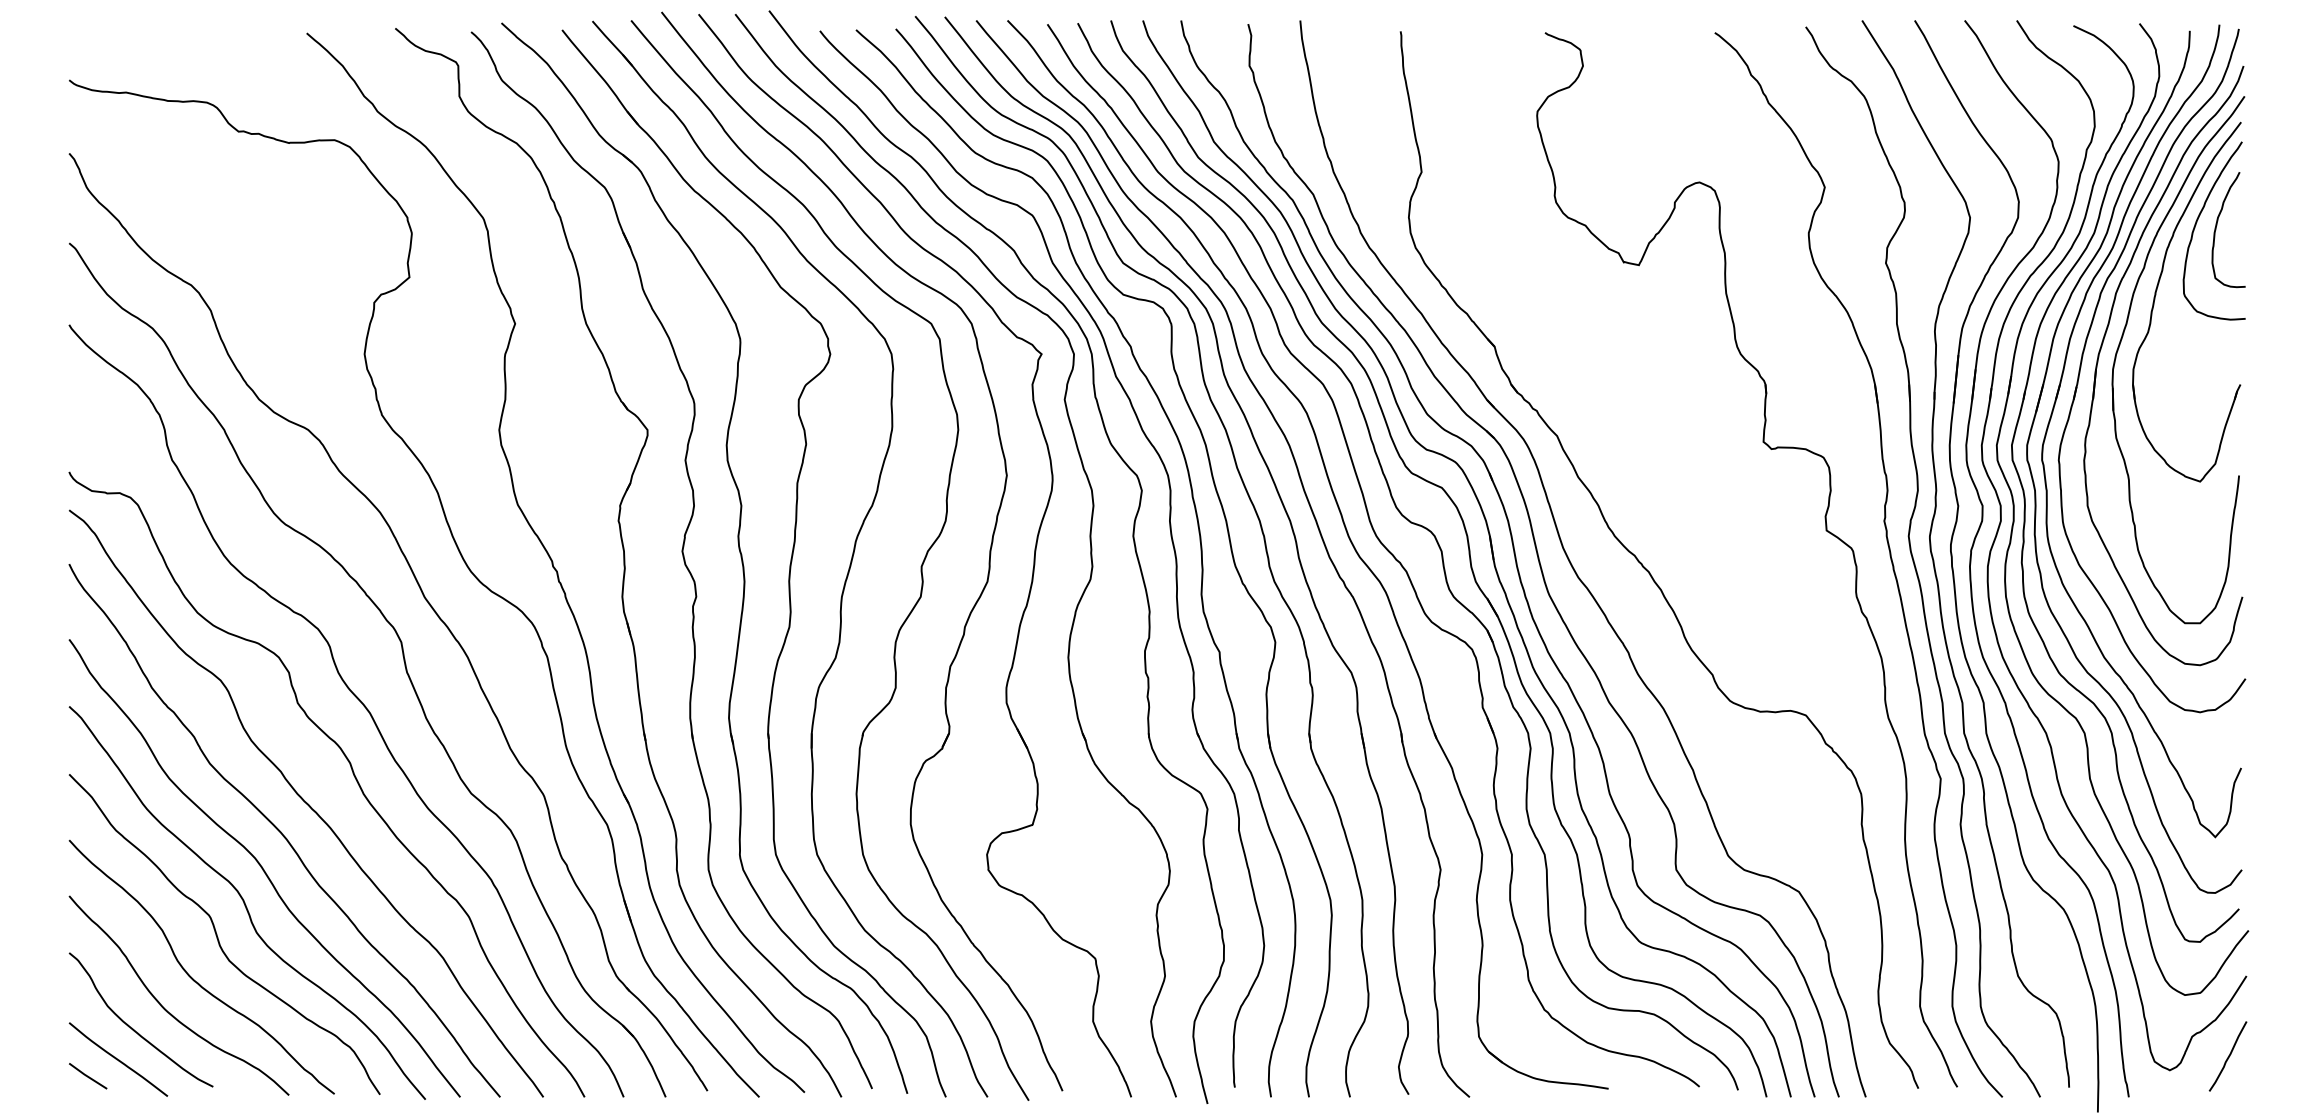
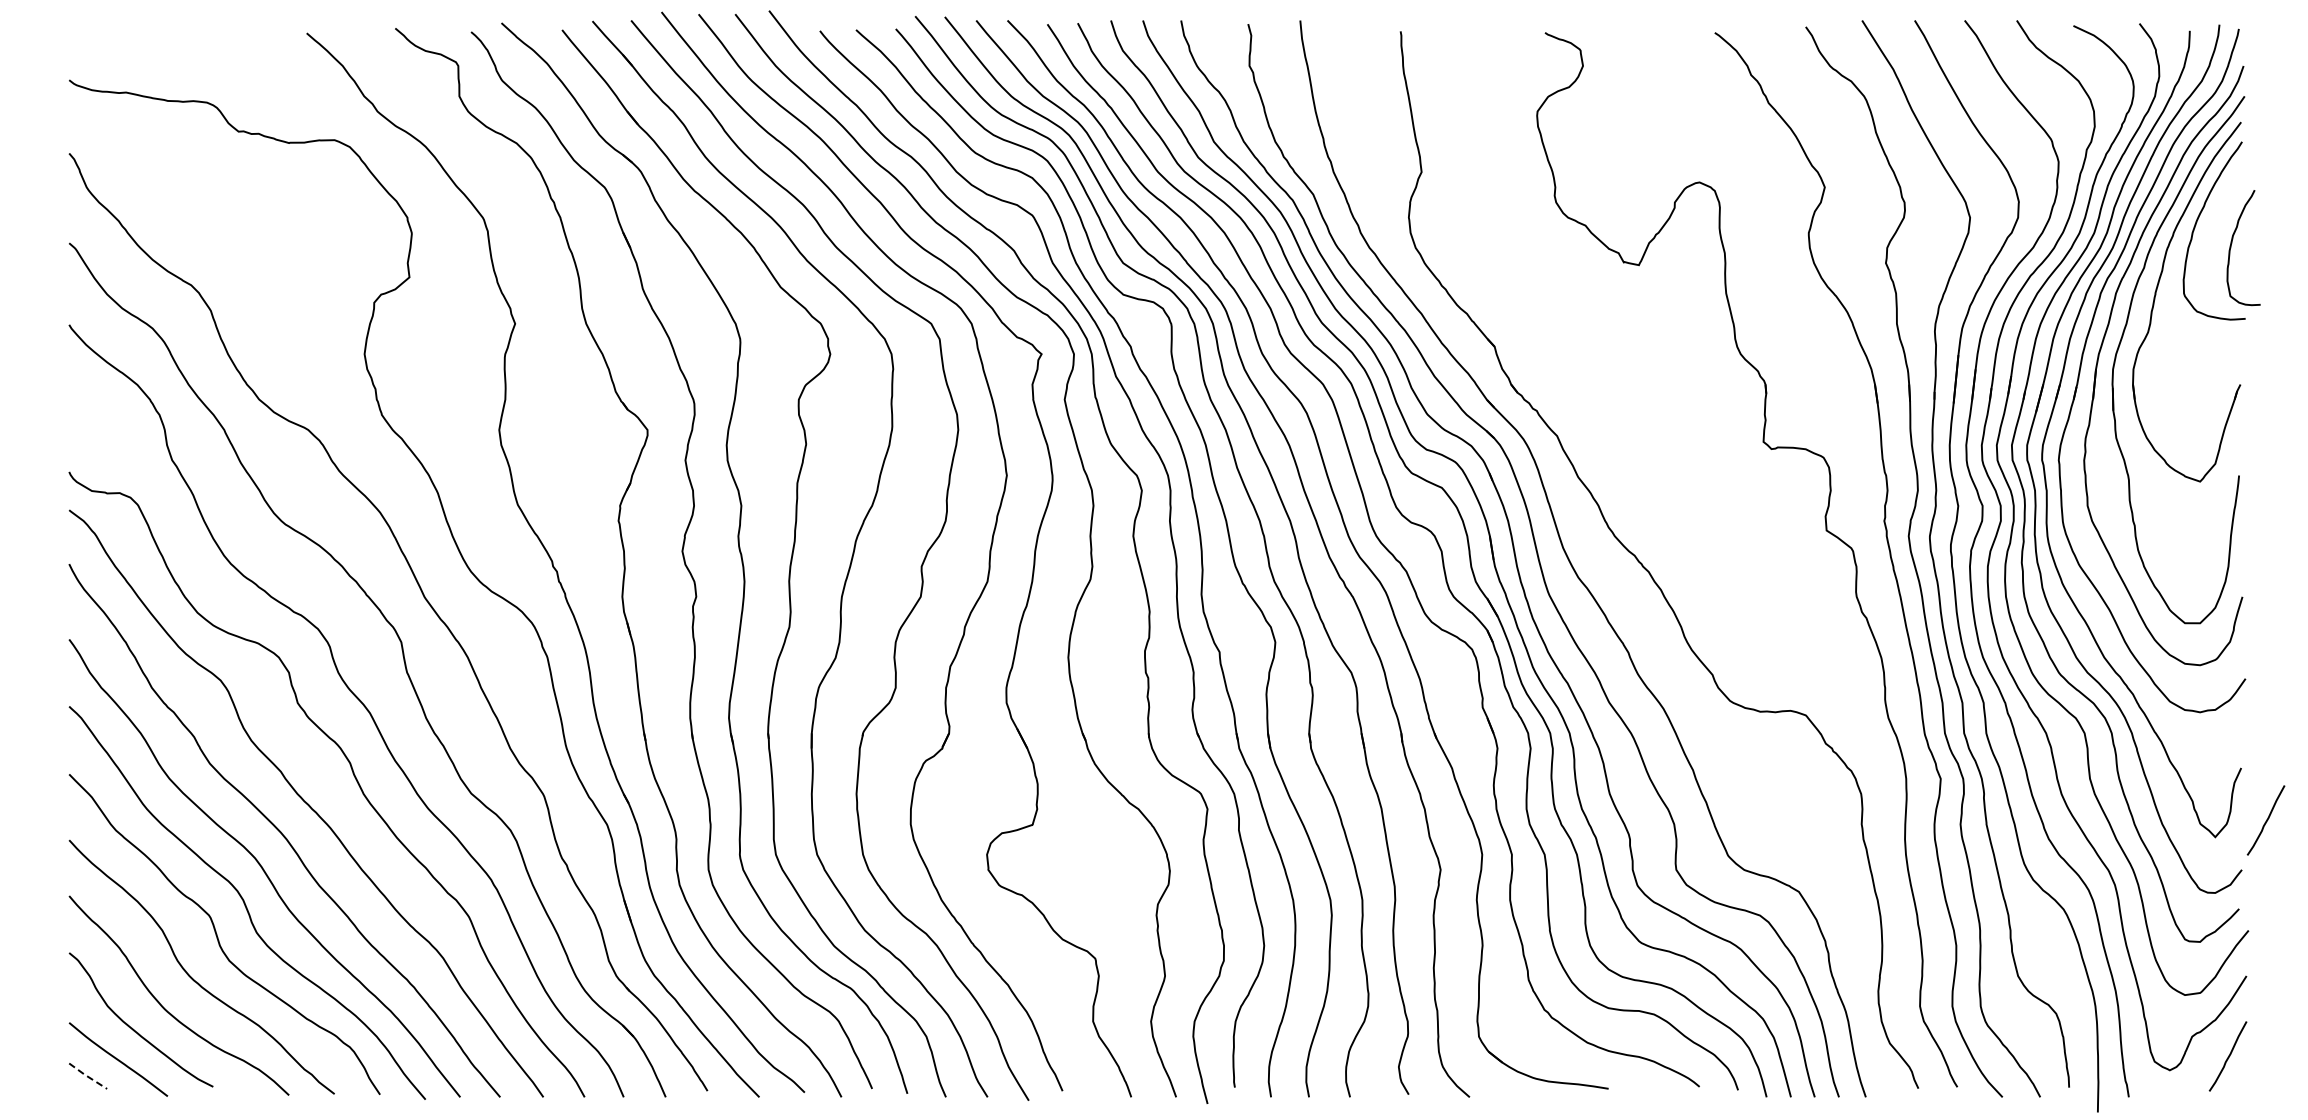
curve at (2216, 230) position: (2216, 230) -> (2231, 248)
curve at (2266, 820): none -> present
line at (87, 1076): solid -> dashed
